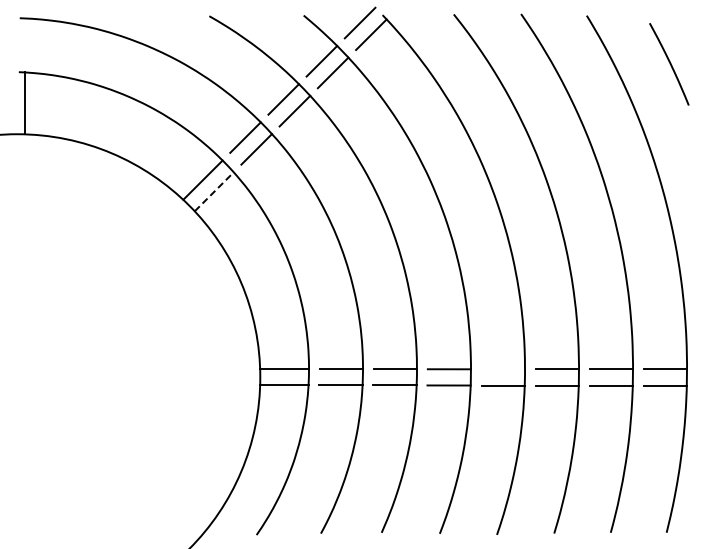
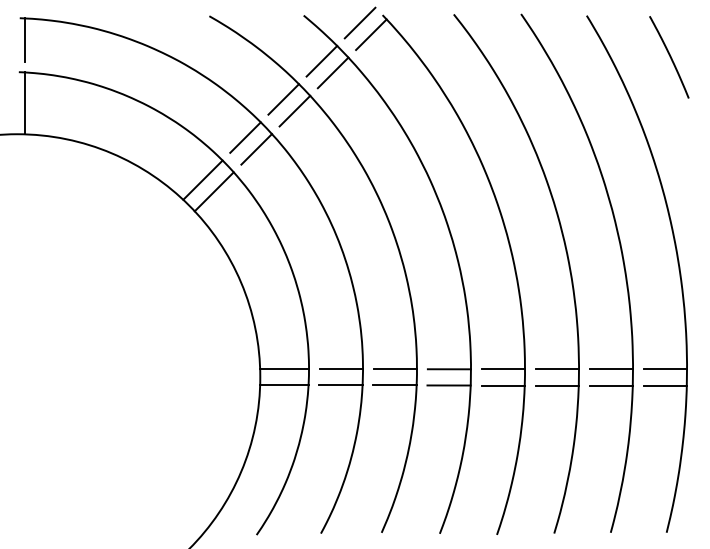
line at (25, 39): none -> present
curve at (669, 64) position: (669, 64) -> (669, 57)
line at (214, 191): dashed -> solid
line at (503, 369): none -> present
